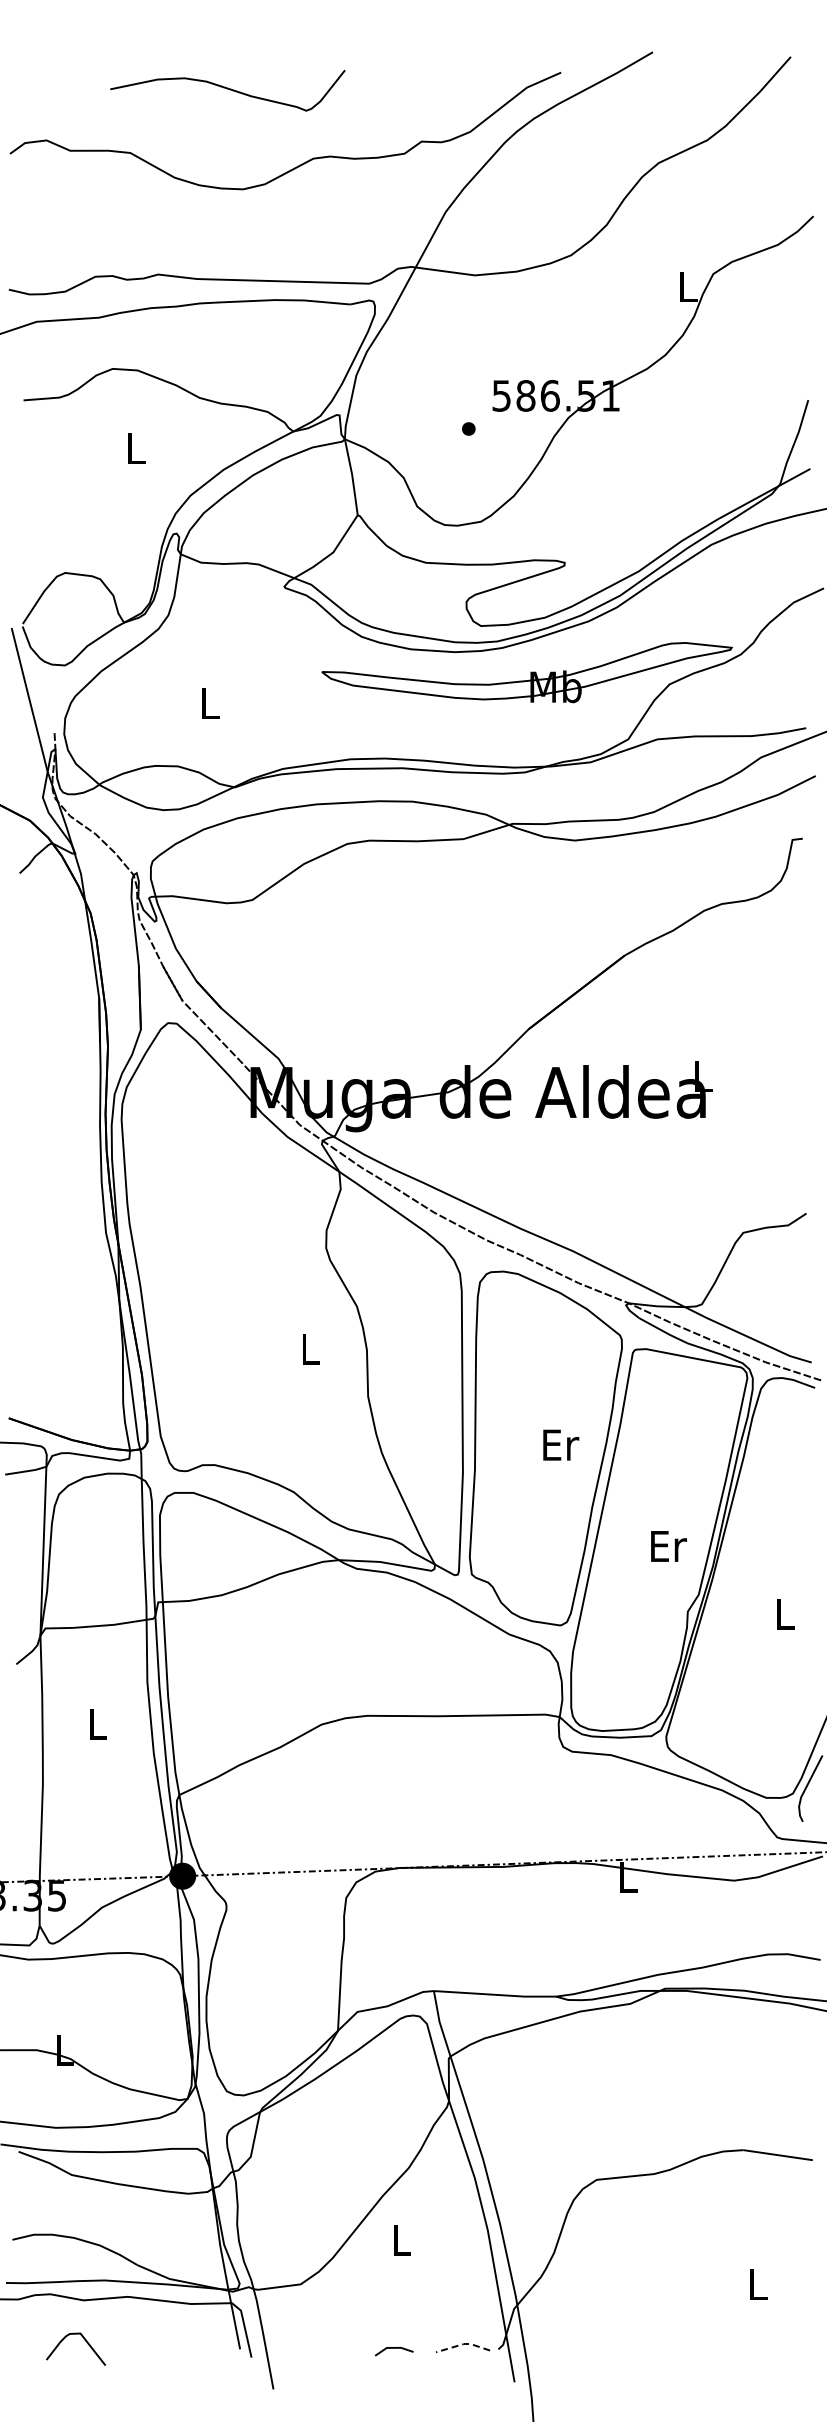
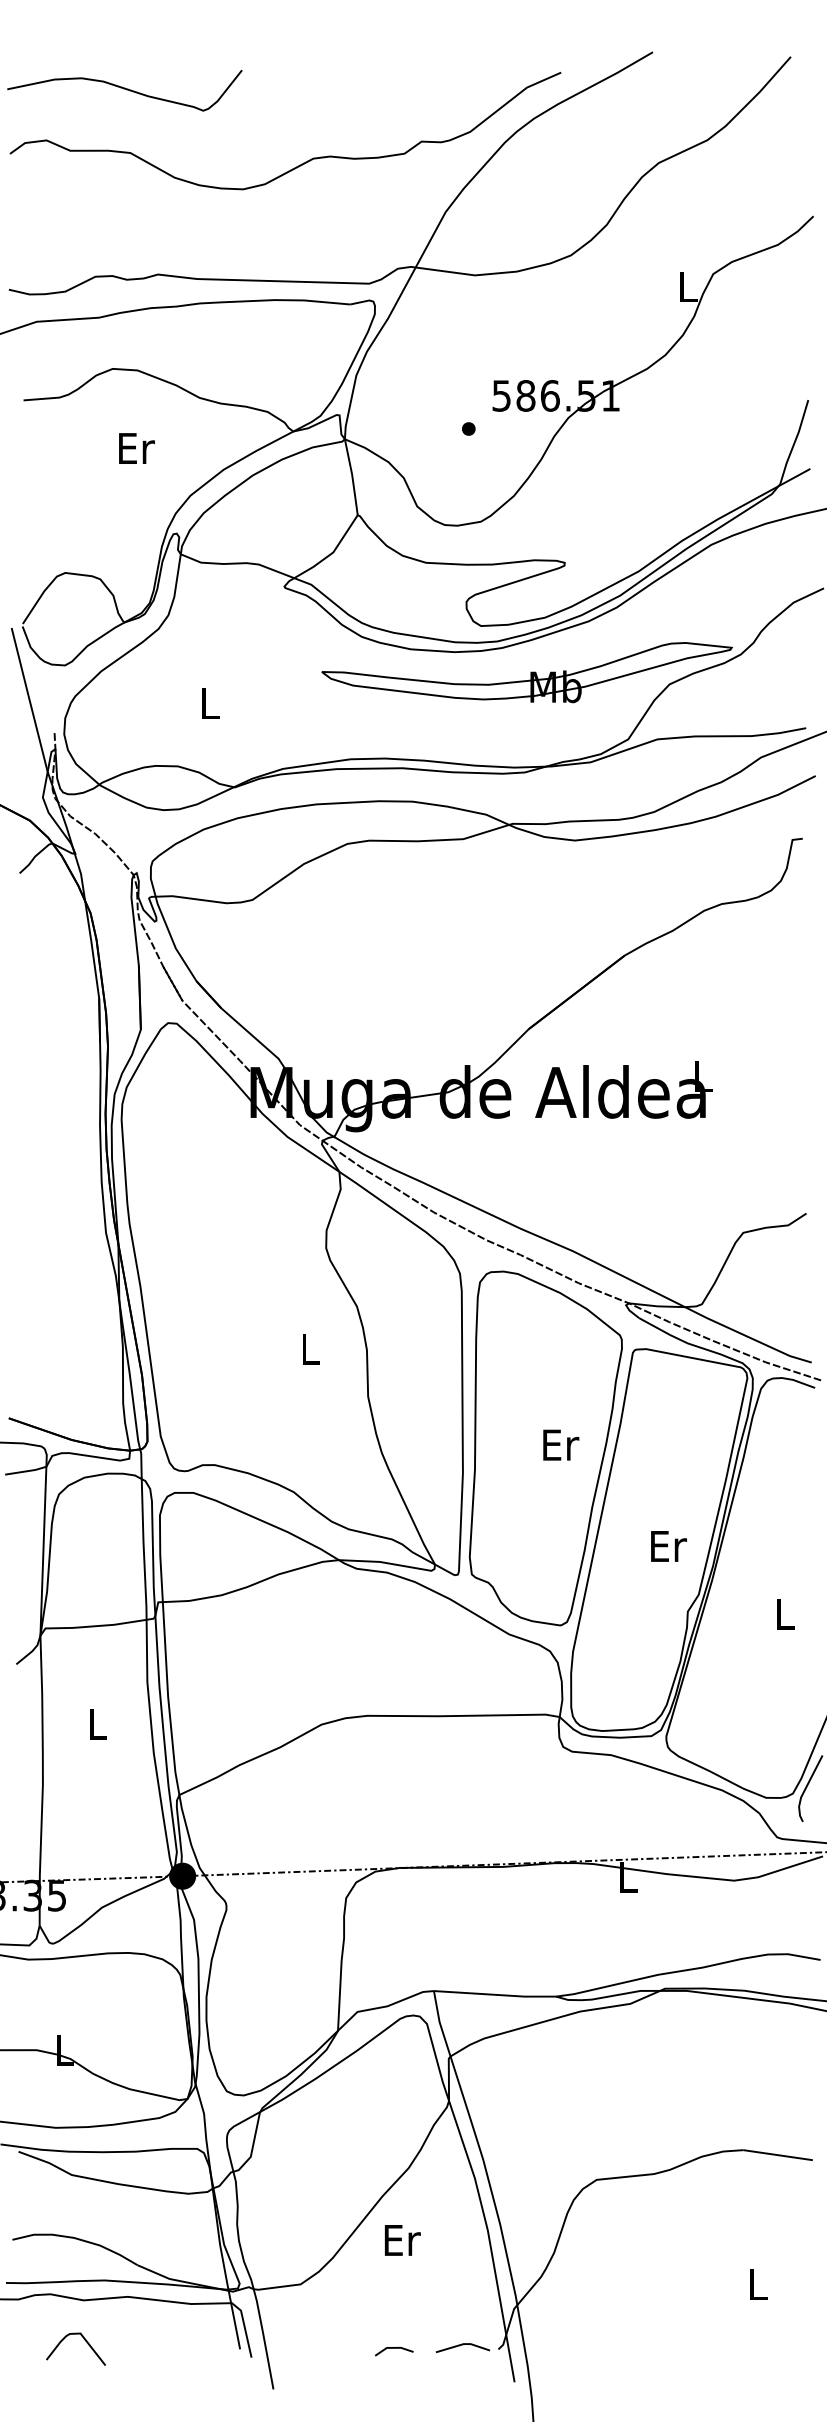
curve at (227, 89) position: (227, 89) -> (124, 89)
text at (136, 448): L -> Er
text at (402, 2240): L -> Er
line at (463, 2344): dashed -> solid
